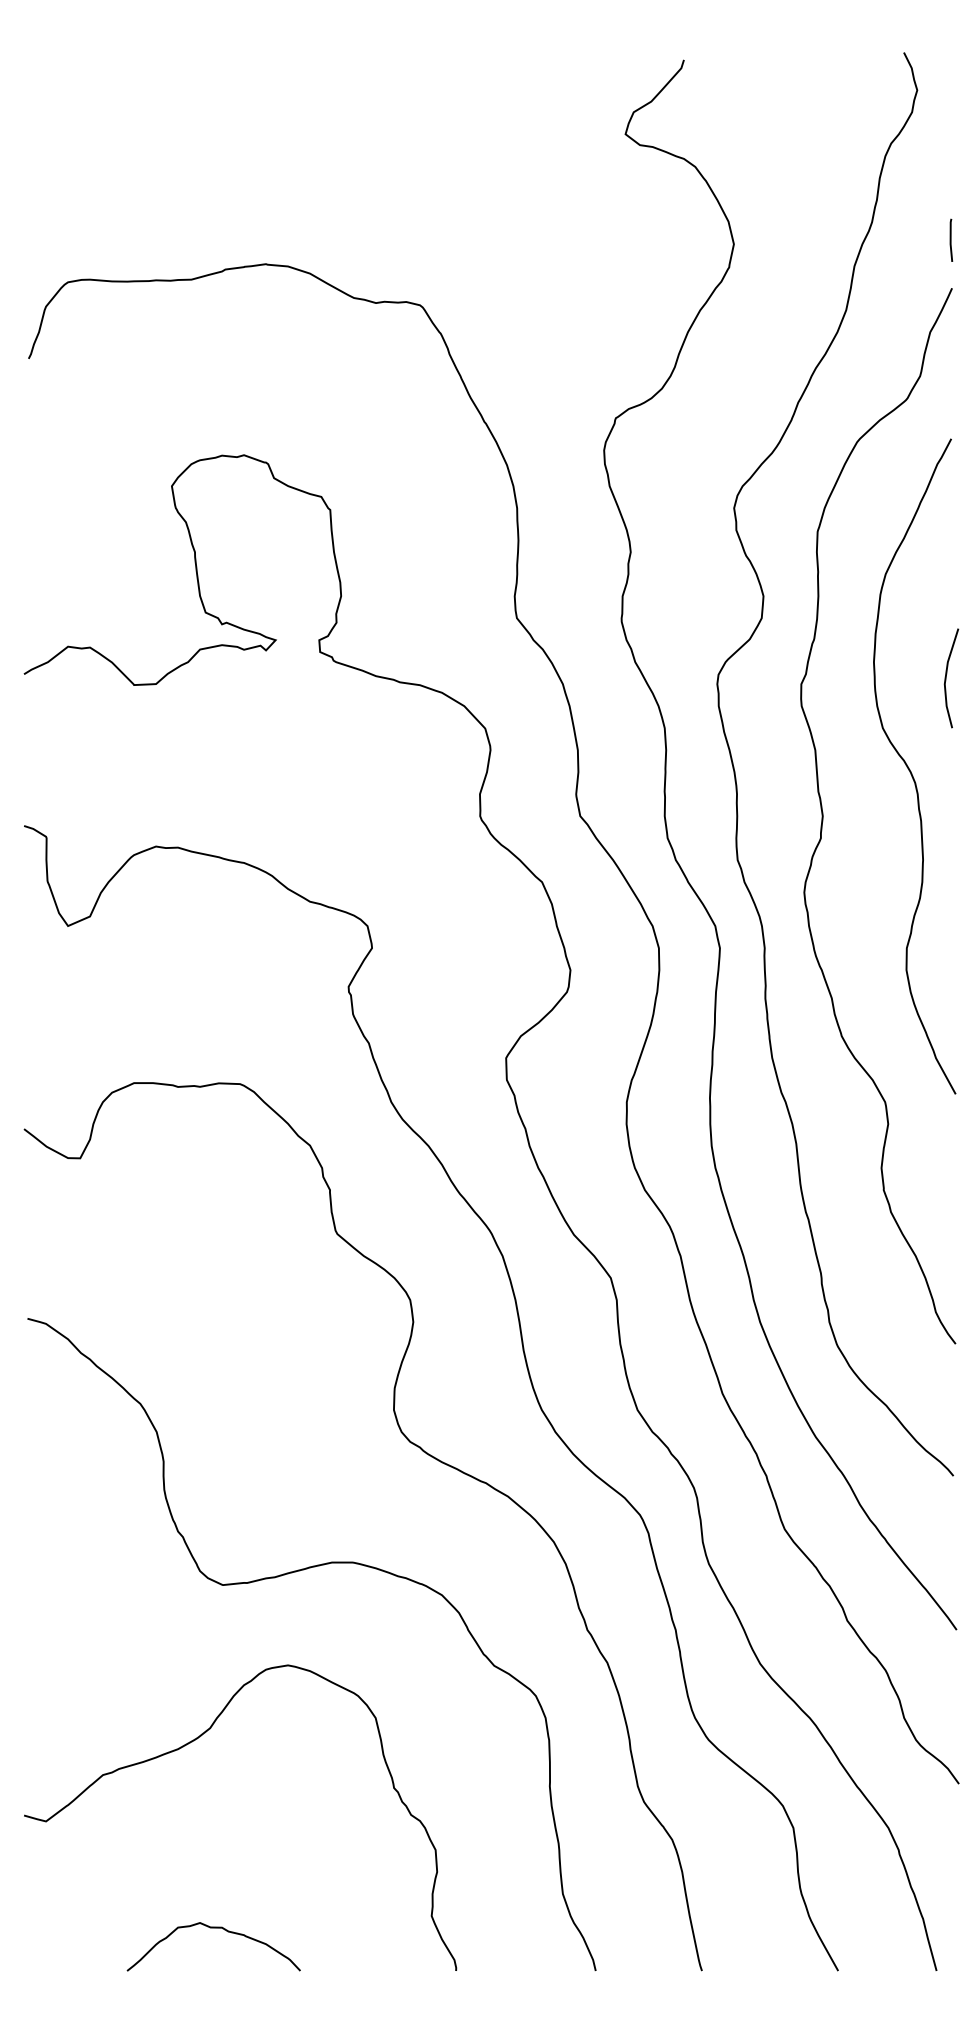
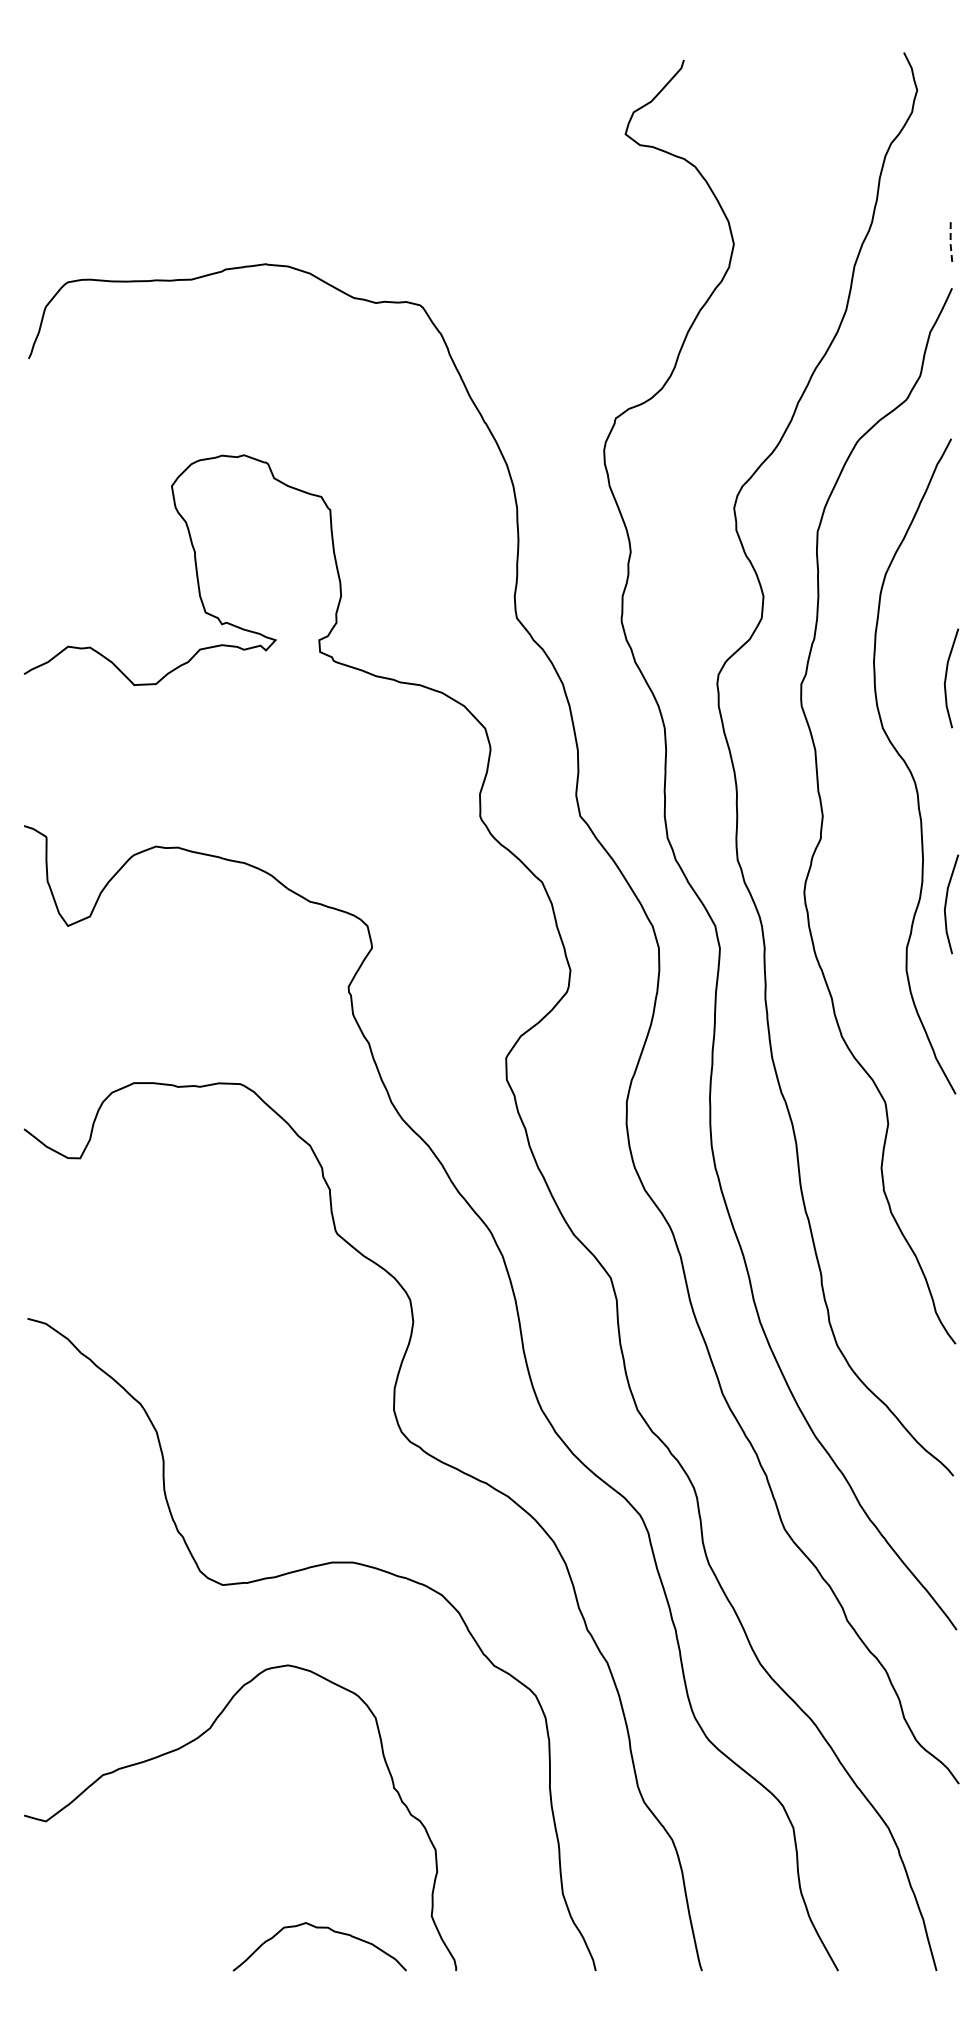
line at (950, 240): solid -> dashed
line at (946, 904): none -> present
curve at (213, 1928) position: (213, 1928) -> (319, 1928)
